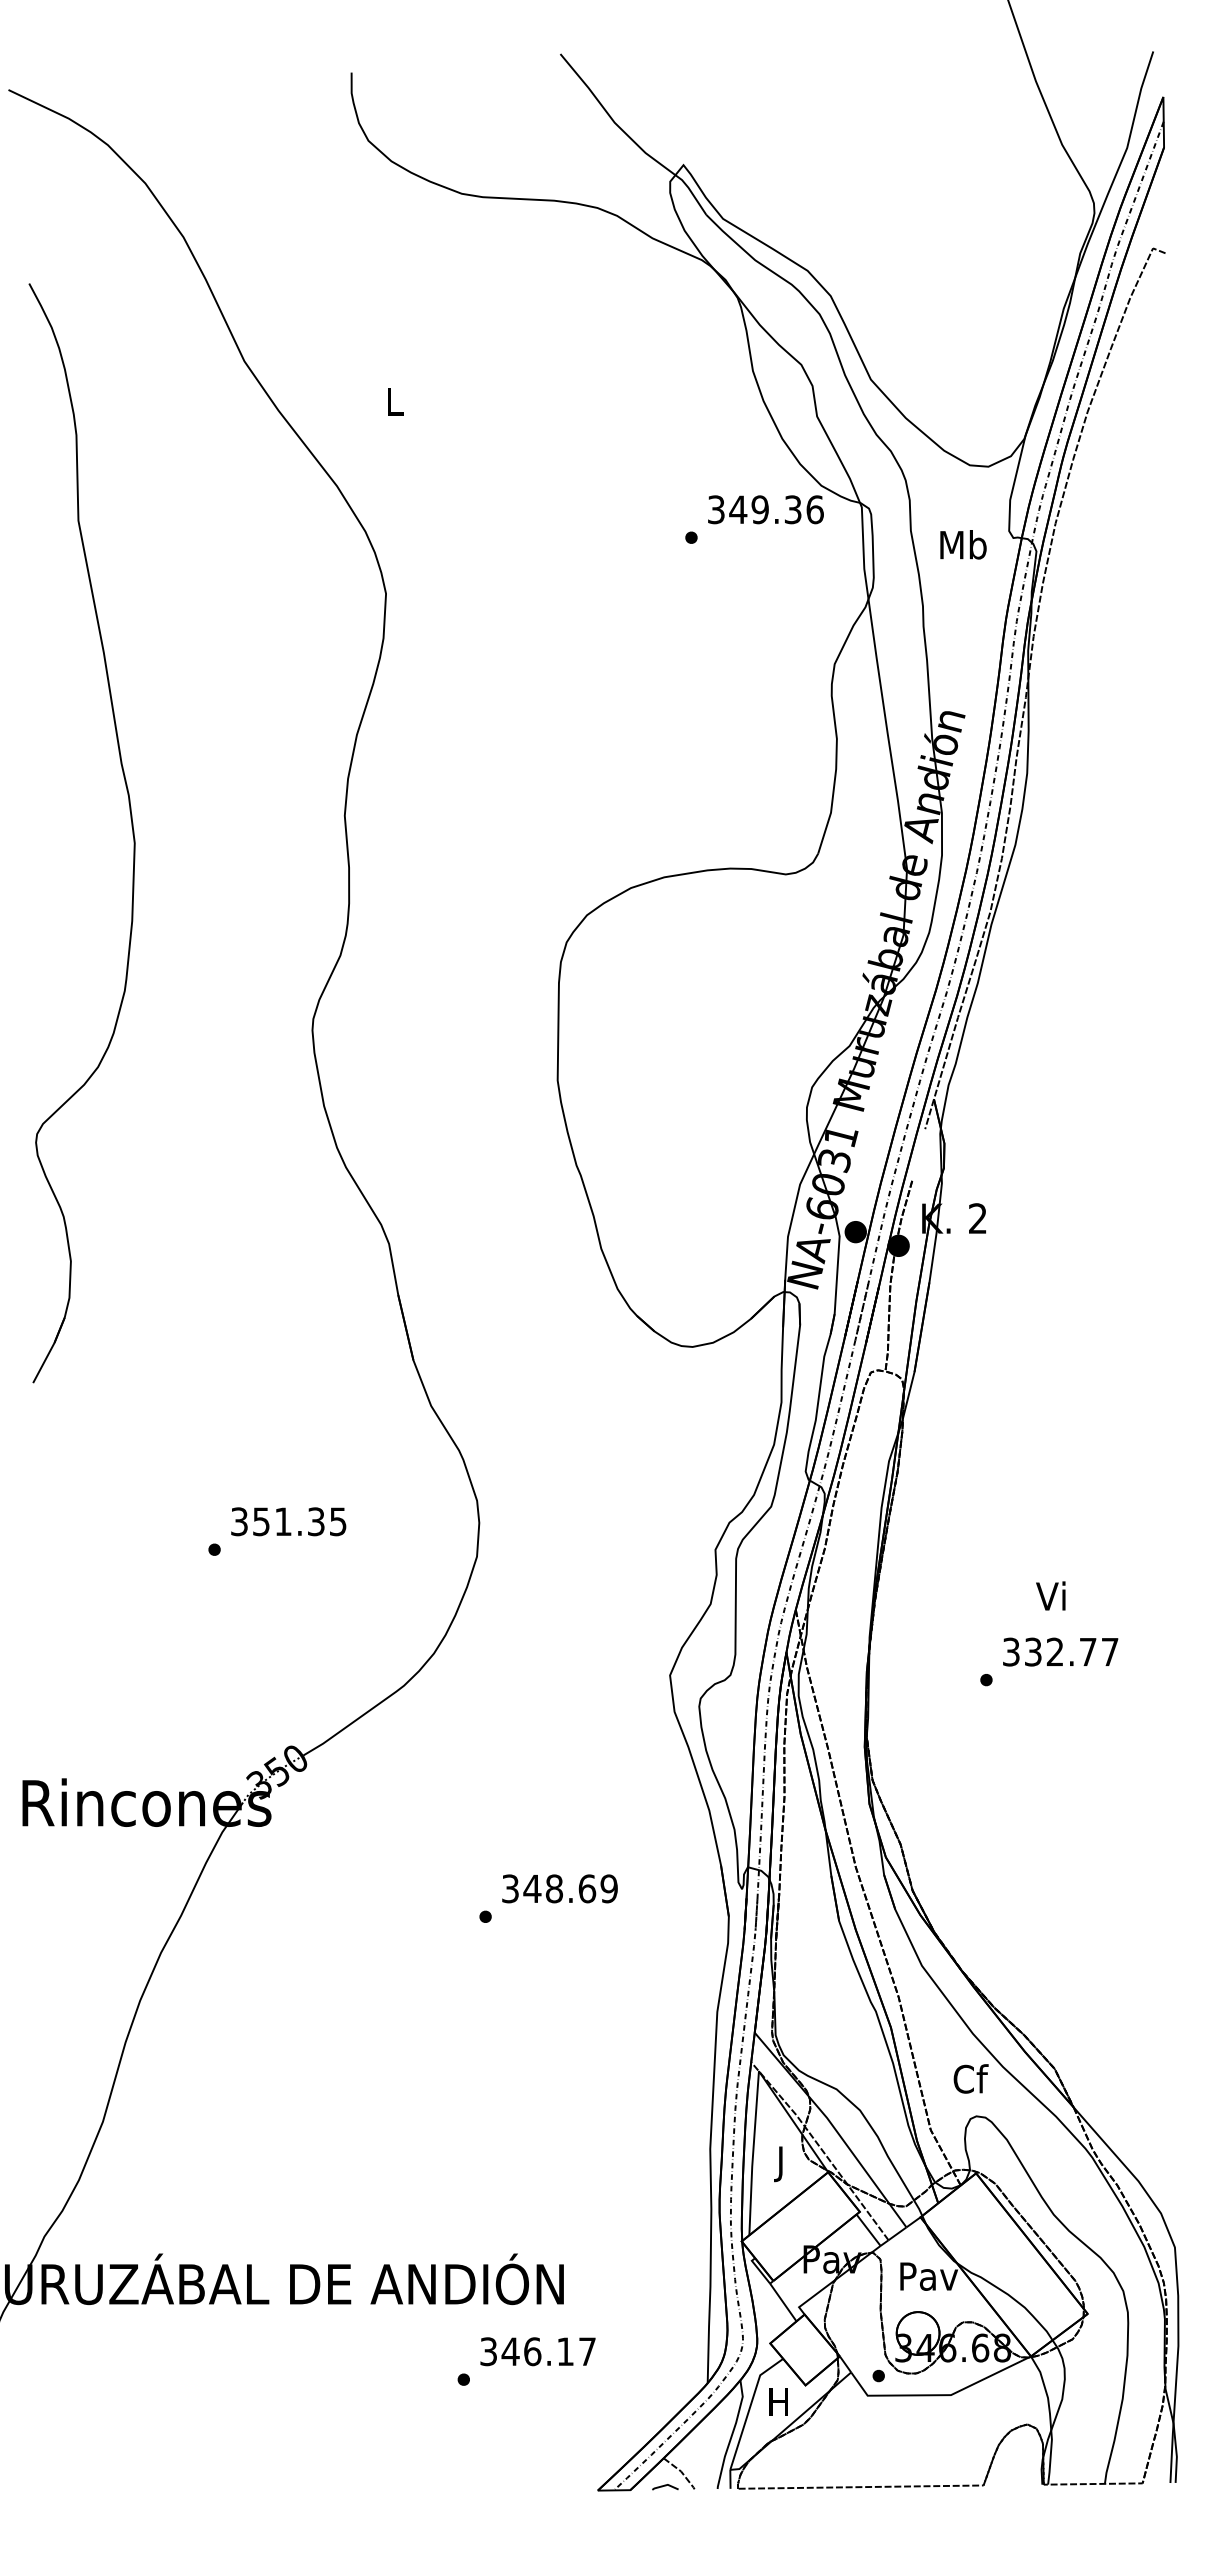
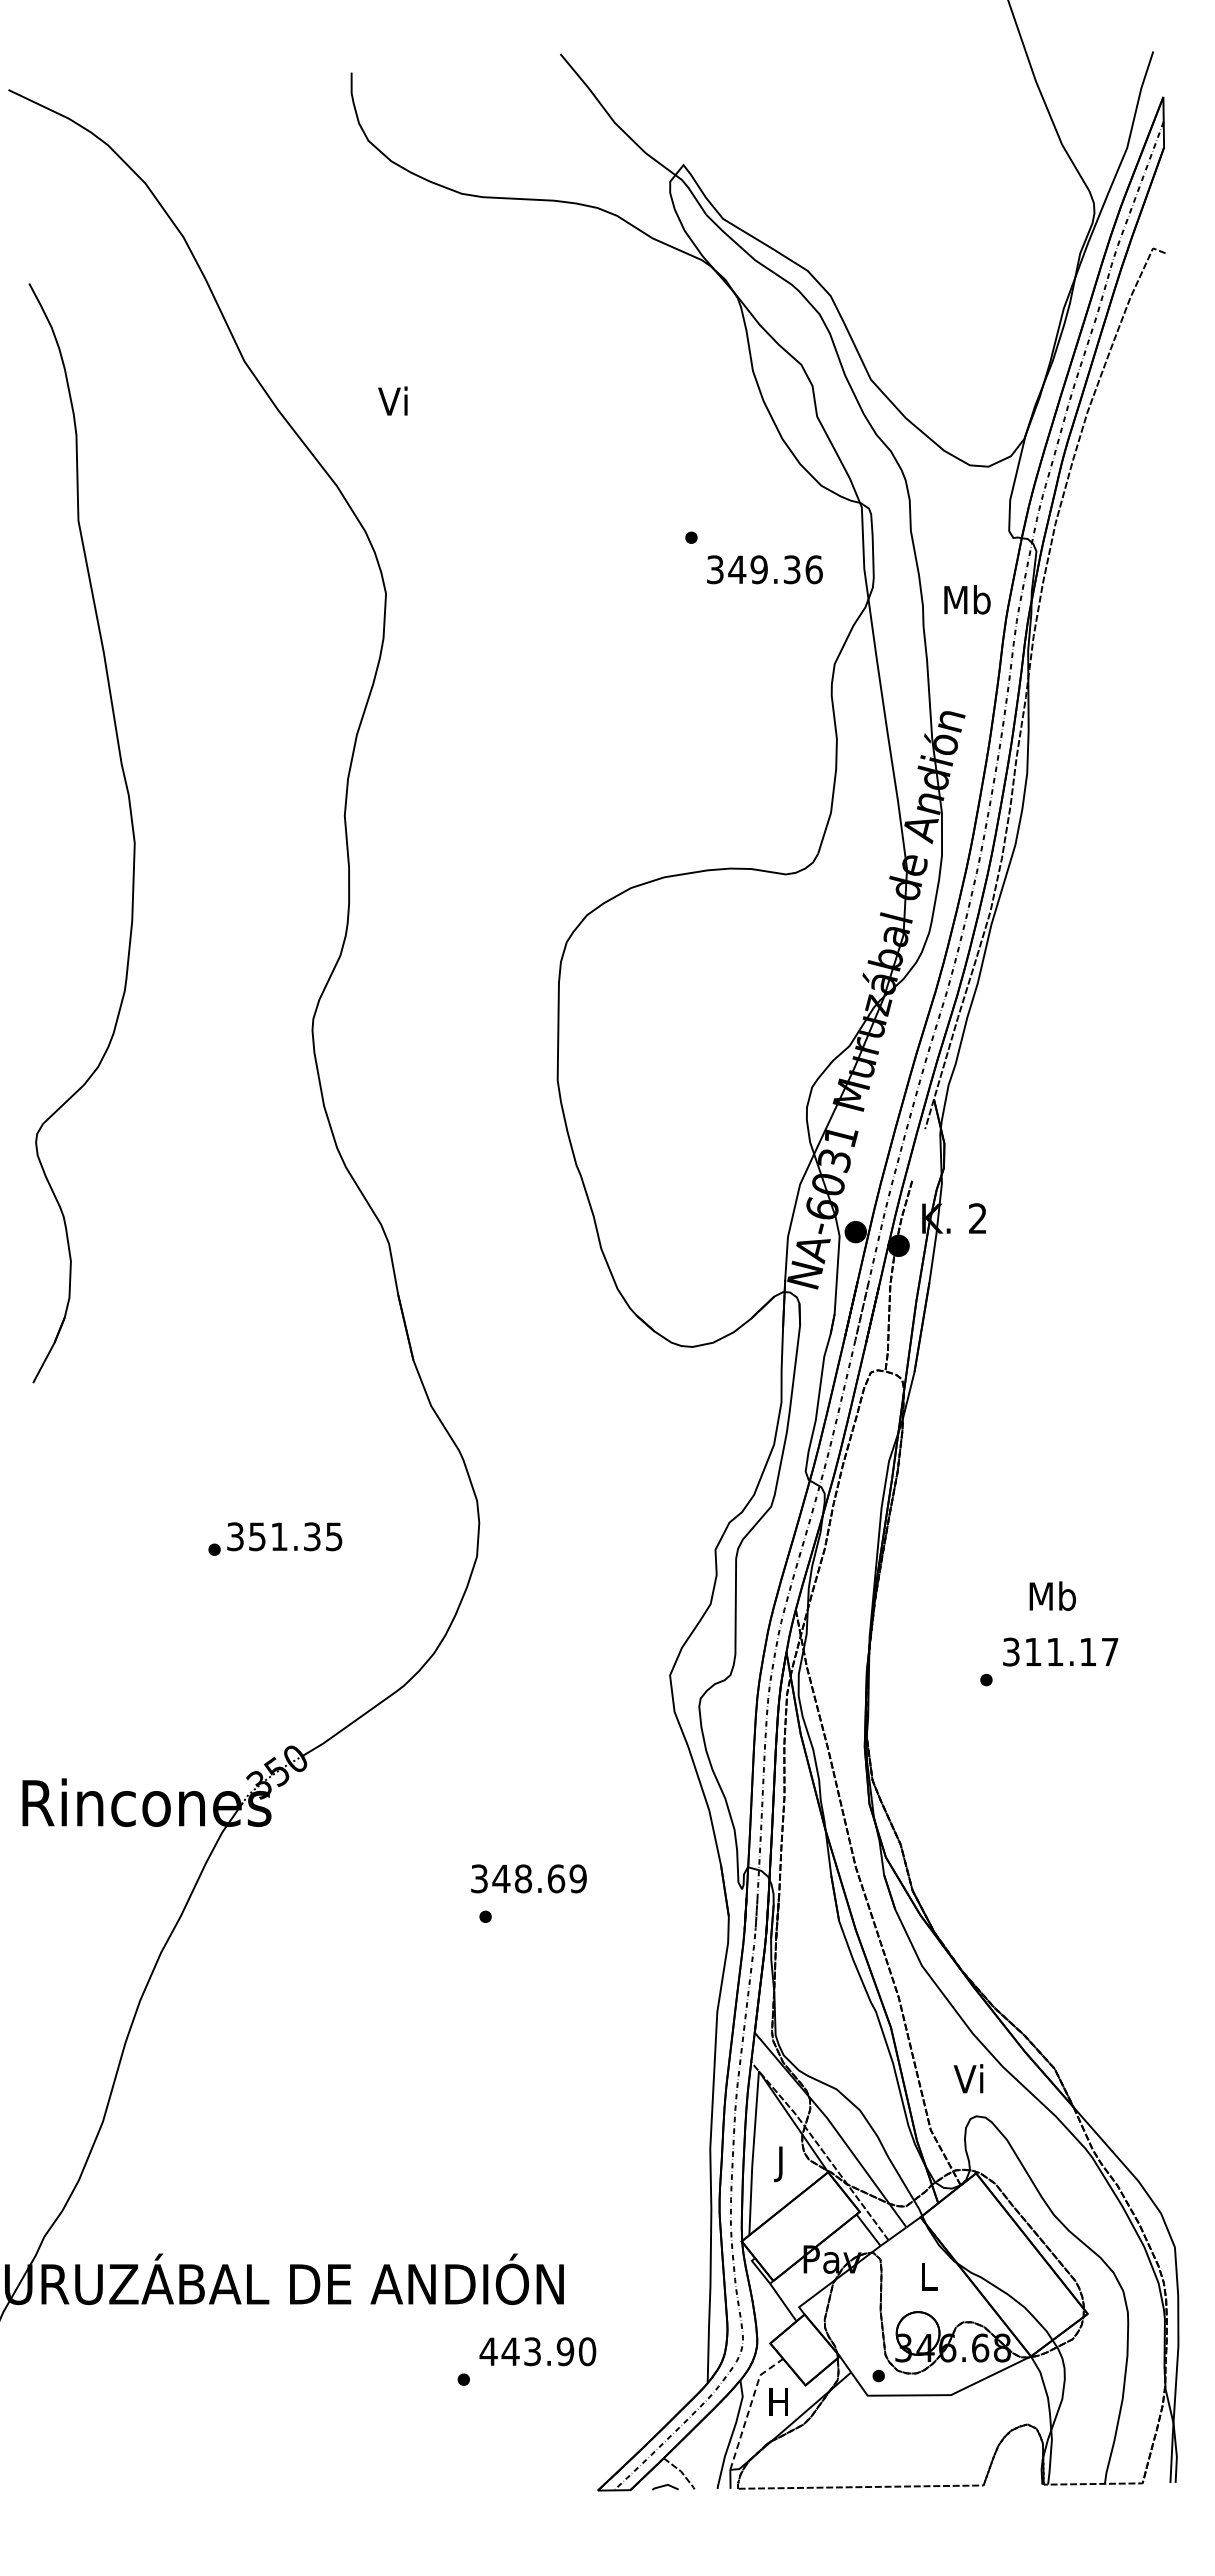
text at (392, 400): L -> Vi
text at (765, 509) position: (765, 509) -> (764, 569)
text at (963, 544) position: (963, 544) -> (967, 599)
text at (288, 1521) position: (288, 1521) -> (284, 1536)
text at (1052, 1595): Vi -> Mb
text at (1060, 1651): 332.77 -> 311.17
text at (559, 1888) position: (559, 1888) -> (528, 1878)
text at (970, 2078): Cf -> Vi
text at (929, 2276): Pav -> L
text at (537, 2351): 346.17 -> 443.90
line at (749, 2408): solid -> dashed
